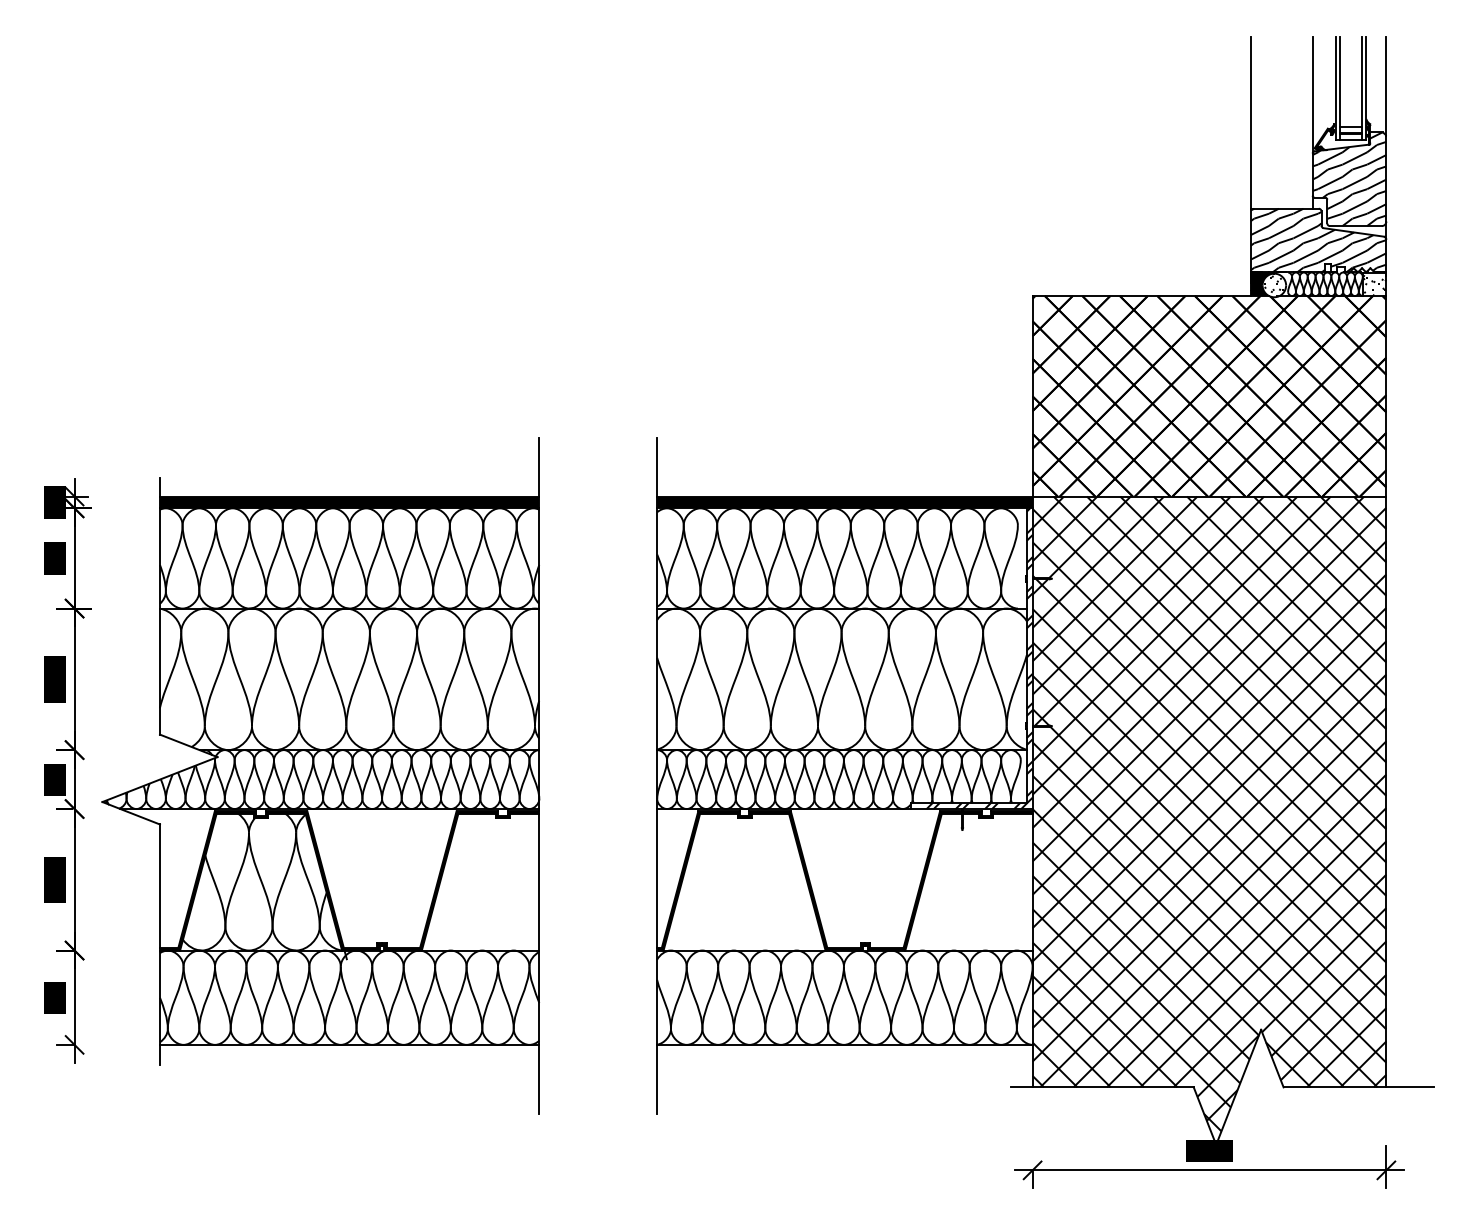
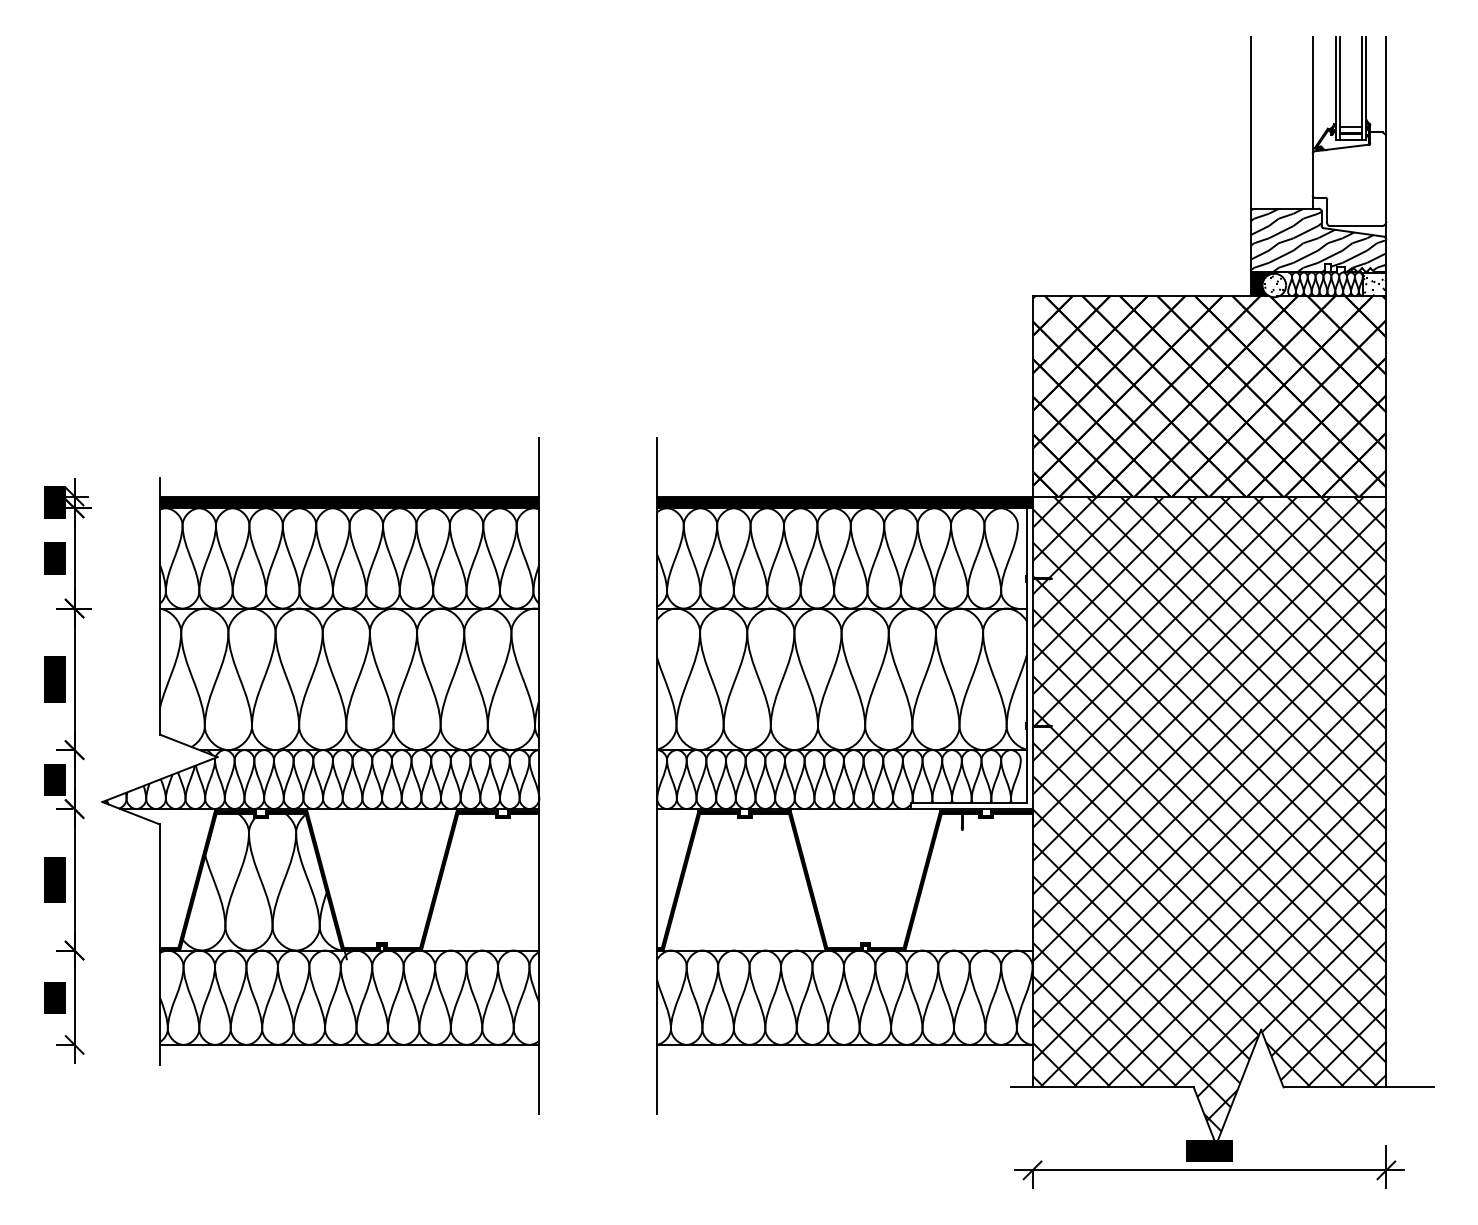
hatch at (1349, 179): present -> none
hatch at (979, 658): present -> none
